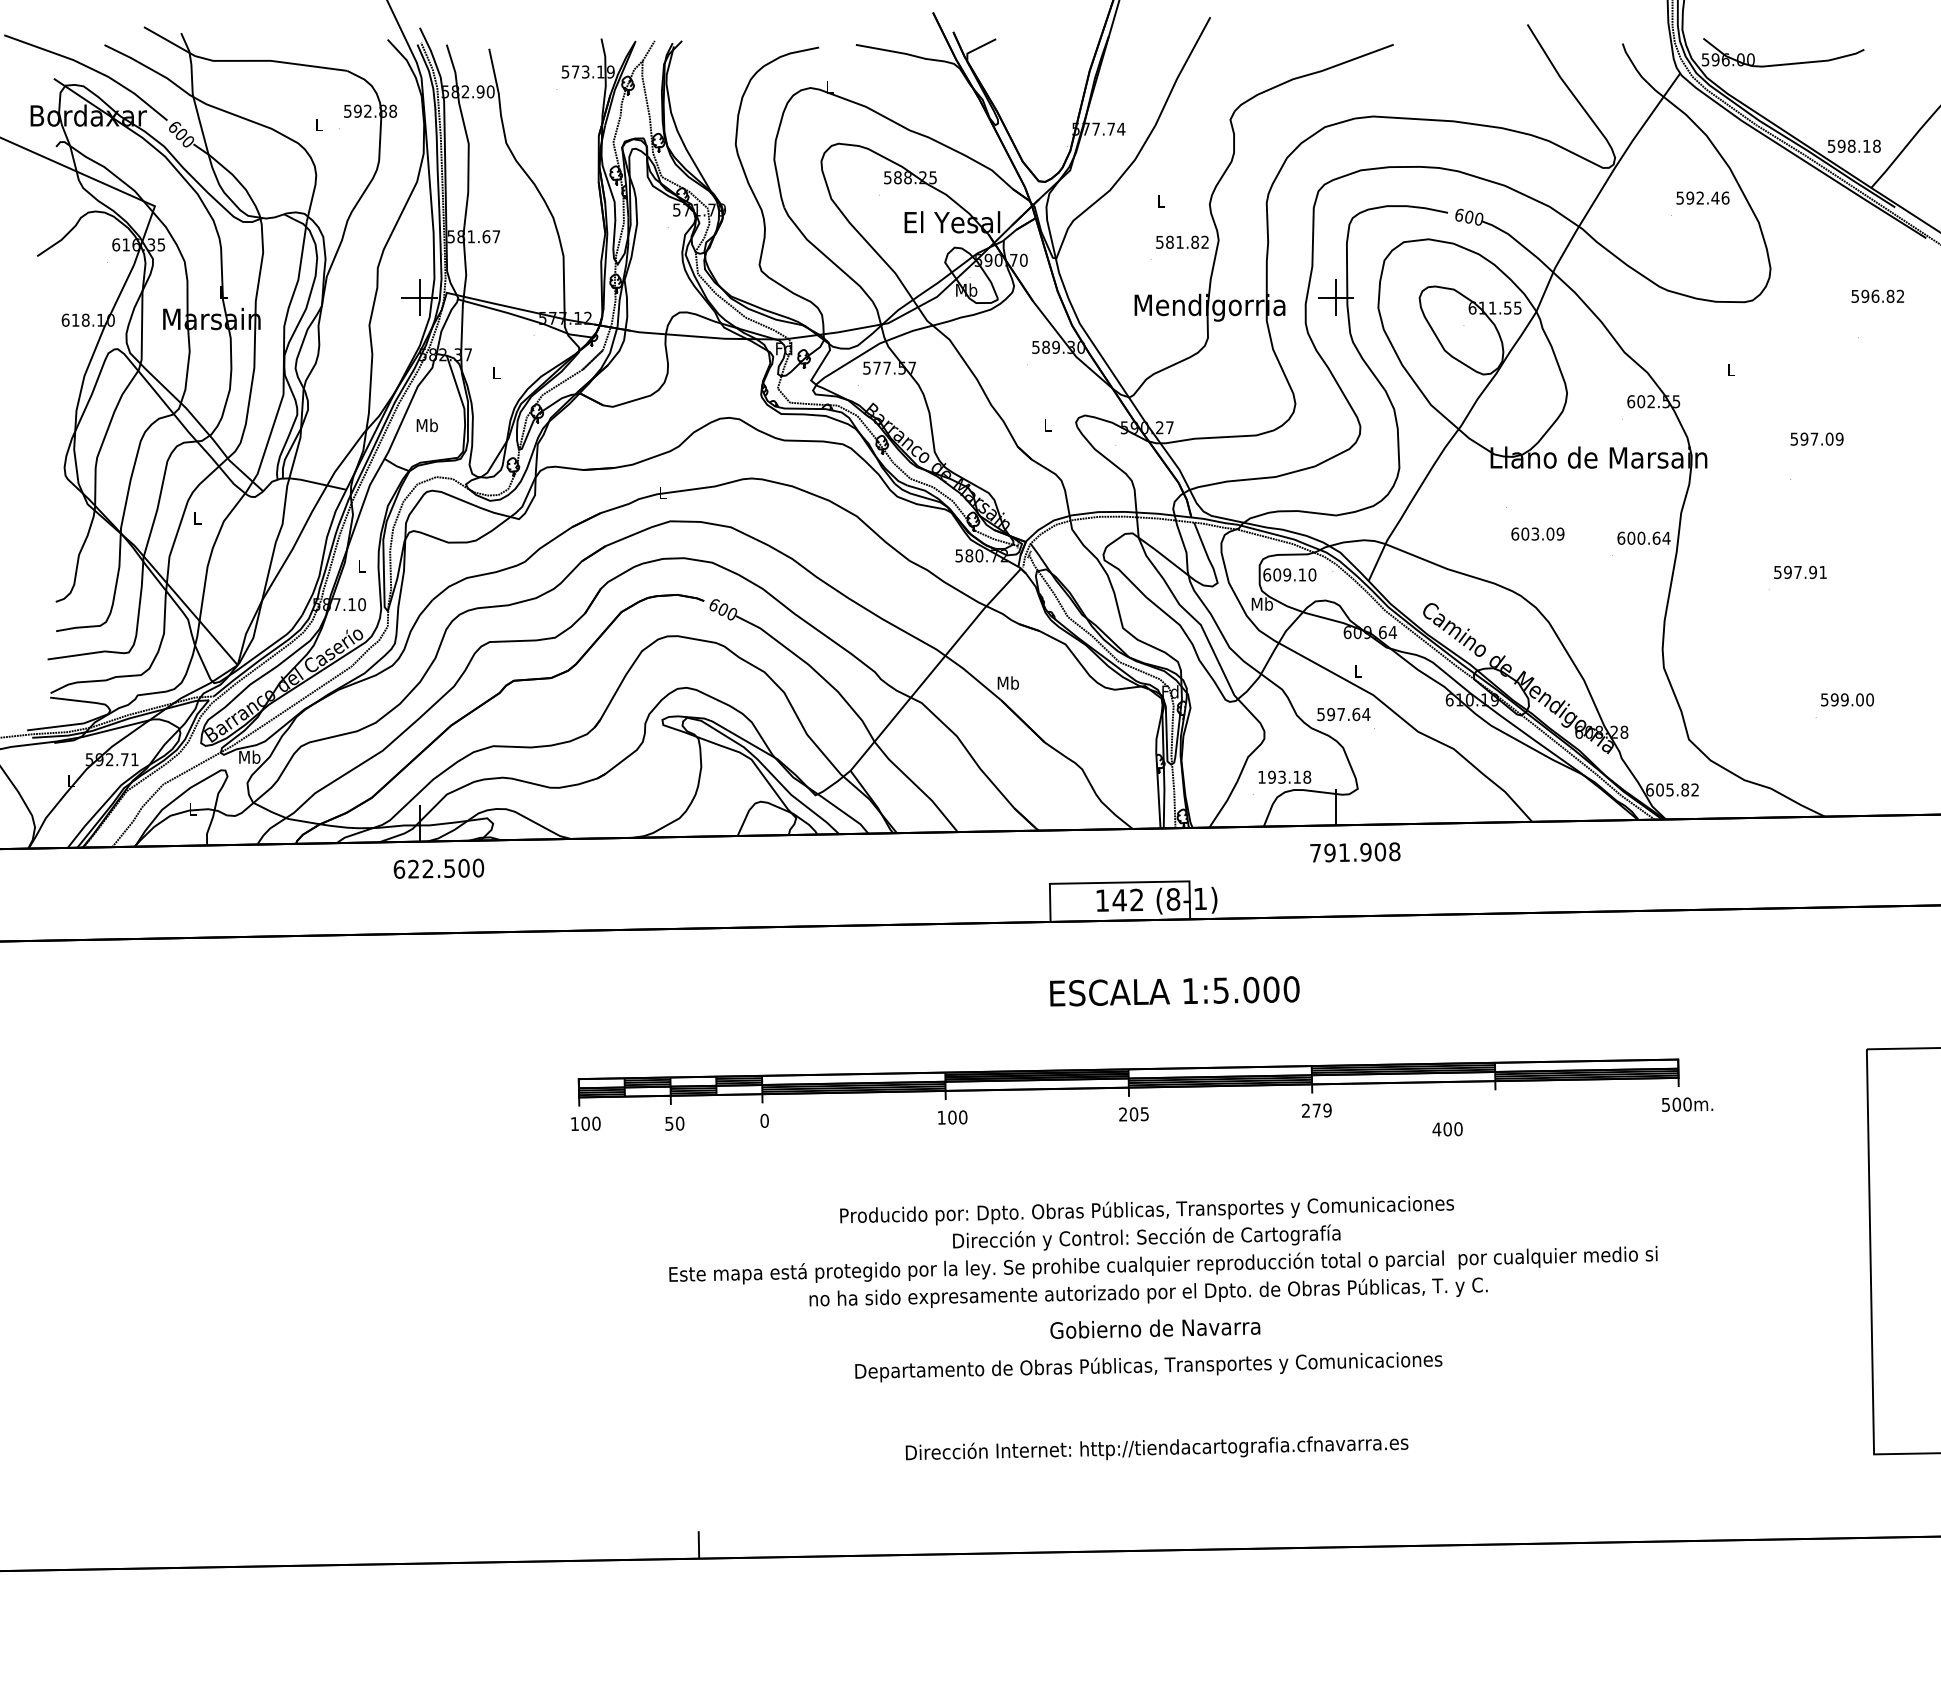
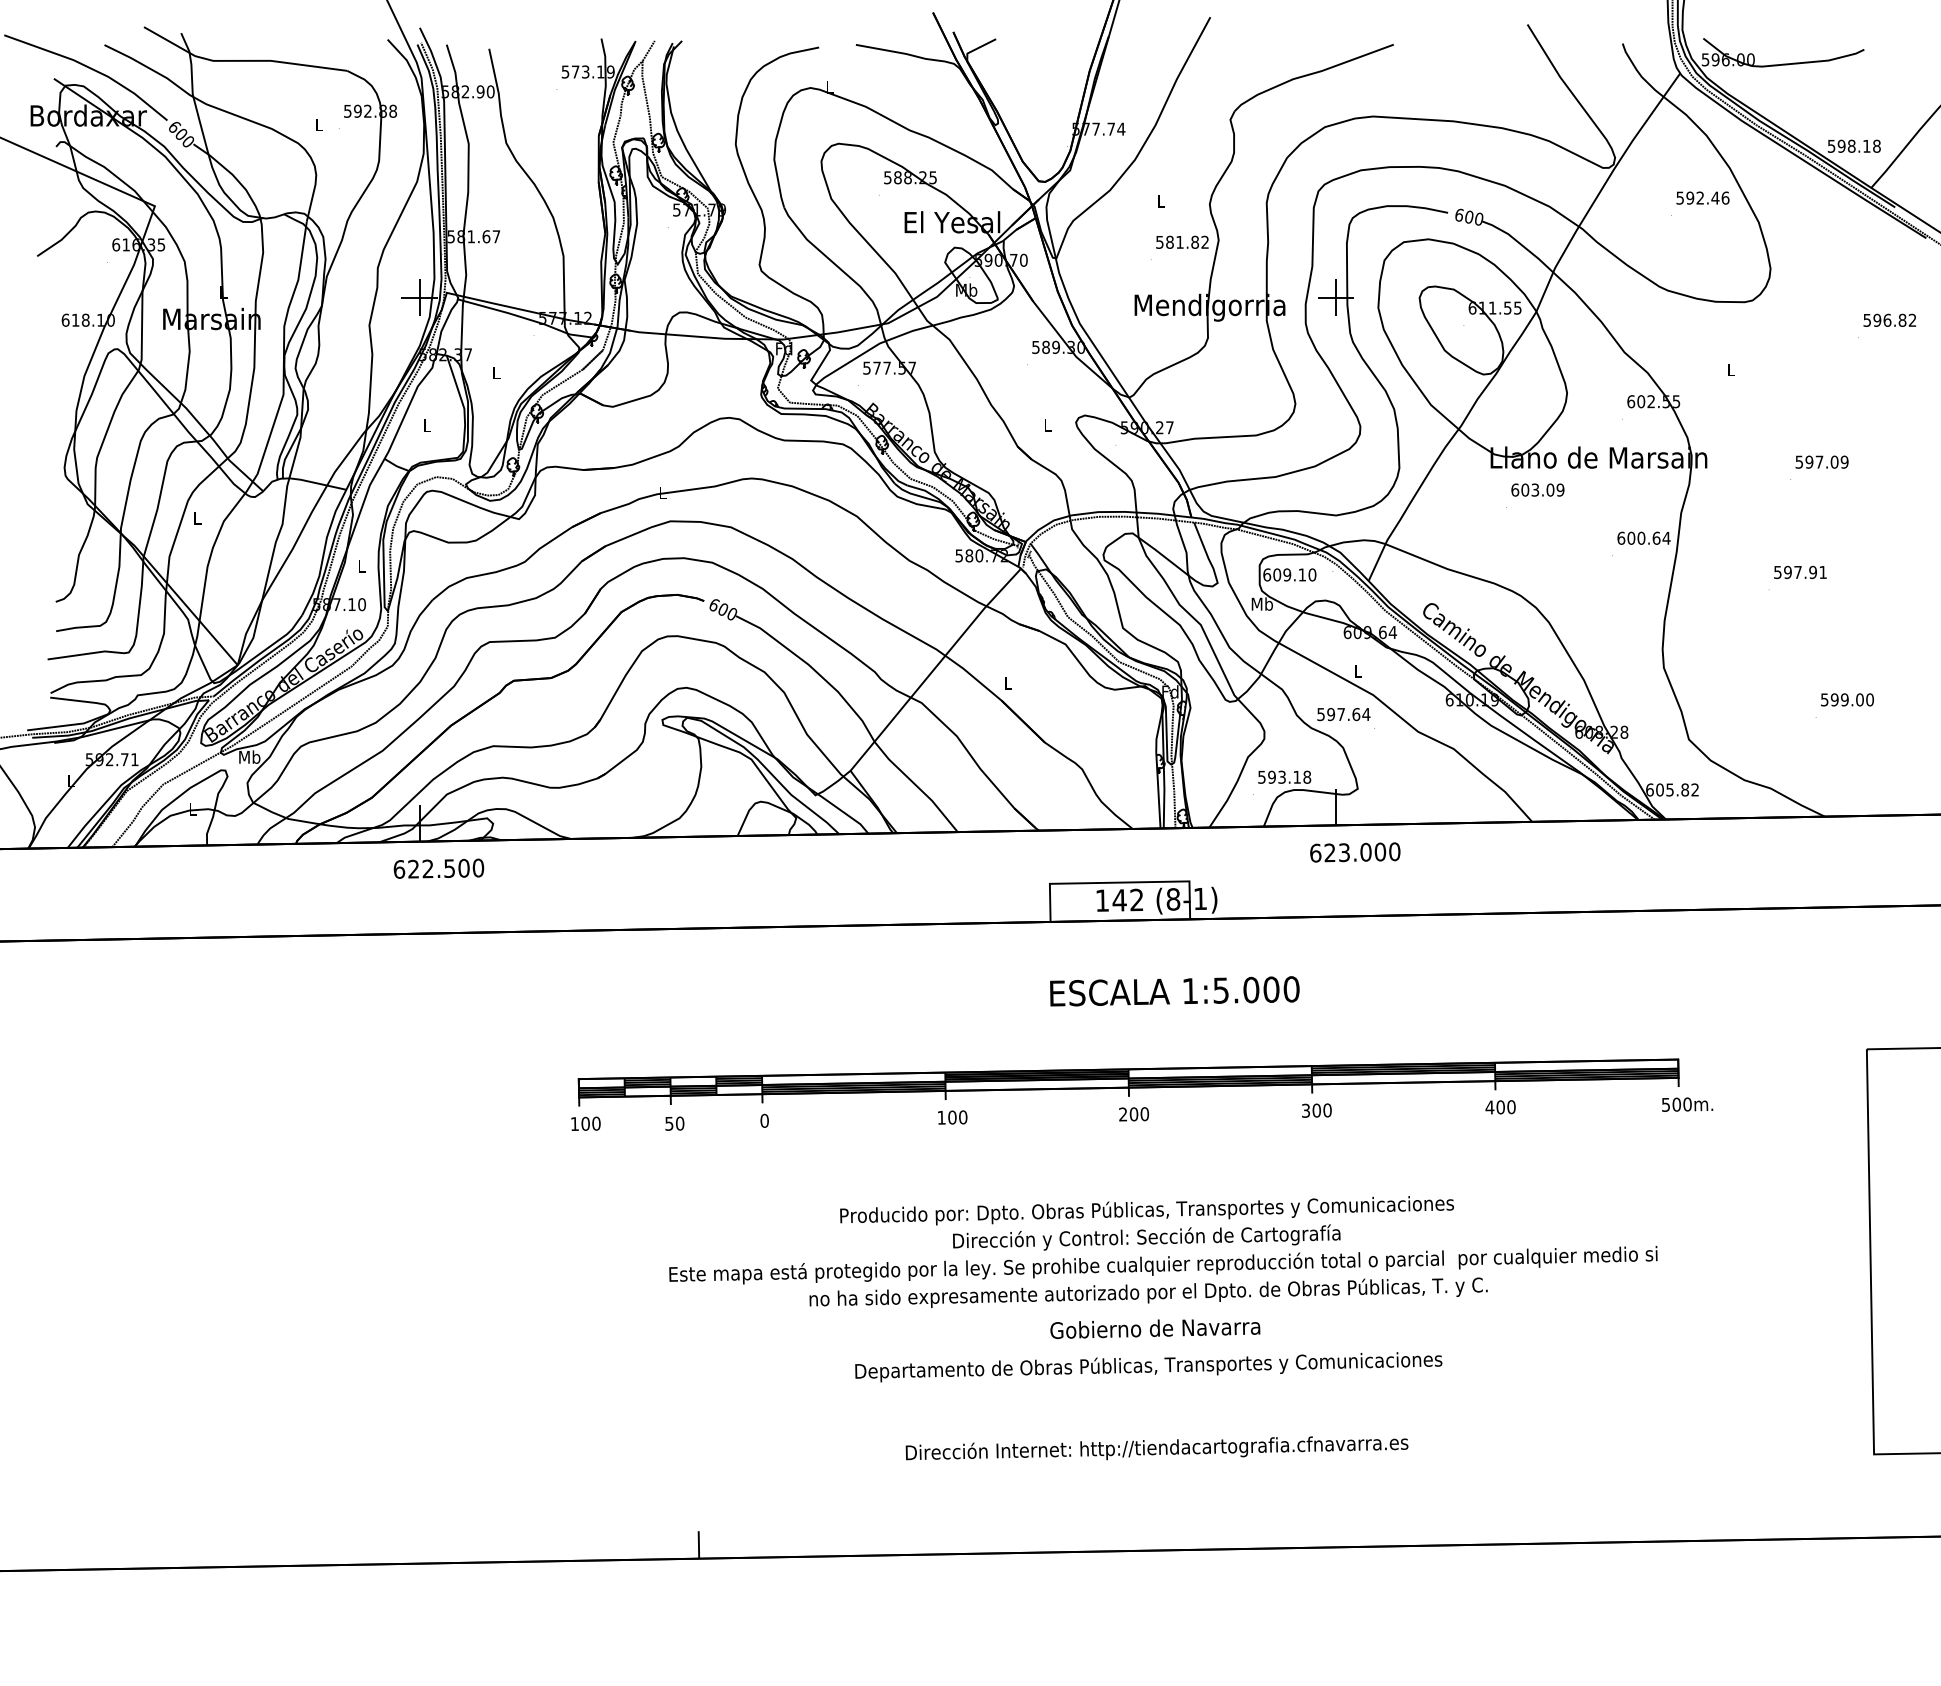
text at (1877, 295) position: (1877, 295) -> (1889, 319)
text at (426, 425): Mb -> L
text at (1816, 438) position: (1816, 438) -> (1821, 461)
text at (1537, 533) position: (1537, 533) -> (1537, 489)
text at (1007, 682): Mb -> L
text at (1261, 776): 193.18 -> 593.18
text at (1355, 852): 791.908 -> 623.000
text at (1316, 1110): 279 -> 300
text at (1144, 1114): 205 -> 200
text at (1447, 1129) position: (1447, 1129) -> (1500, 1107)
